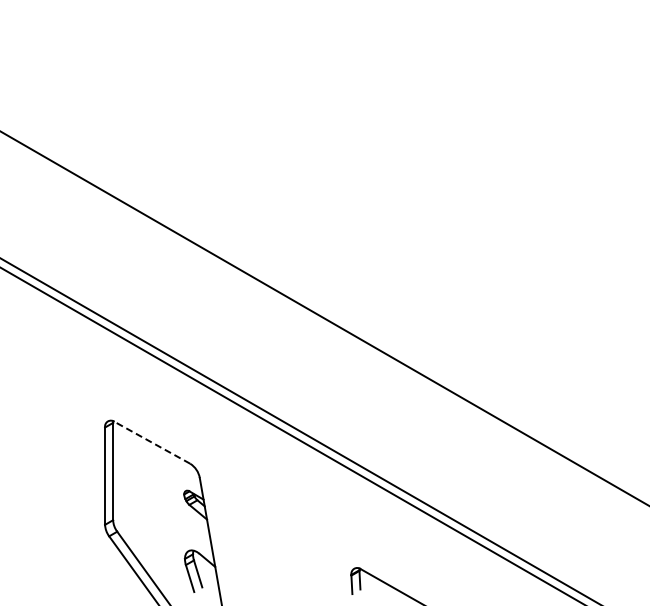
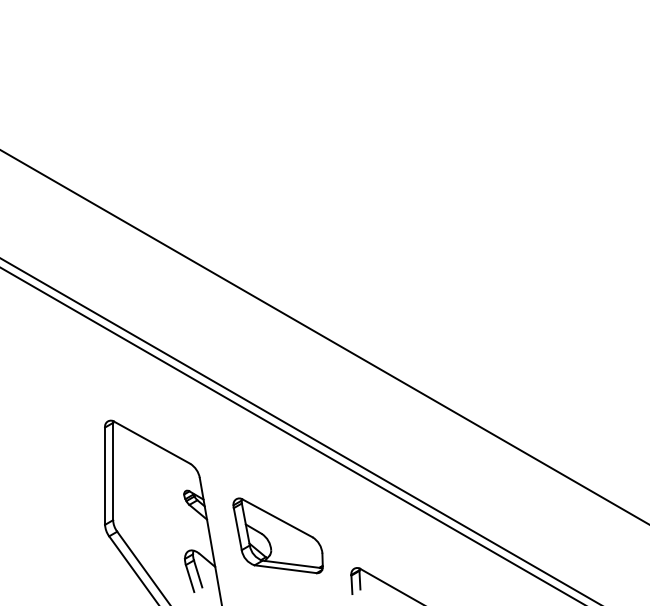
line at (324, 318) position: (324, 318) -> (324, 337)
line at (151, 442): dashed -> solid
part at (277, 535): none -> present
